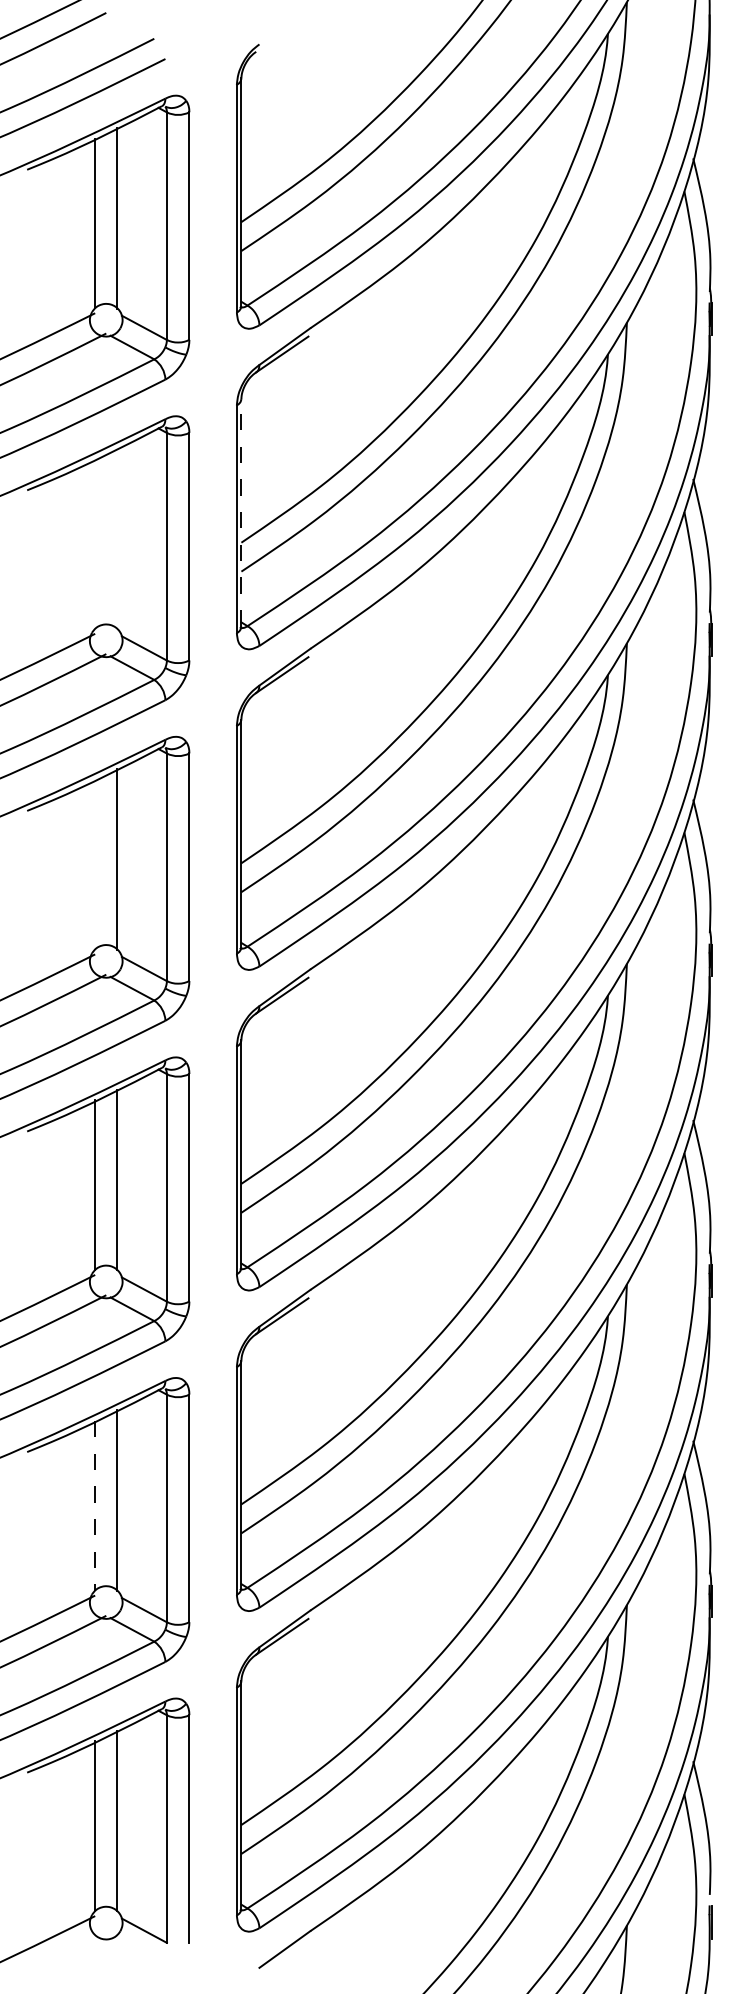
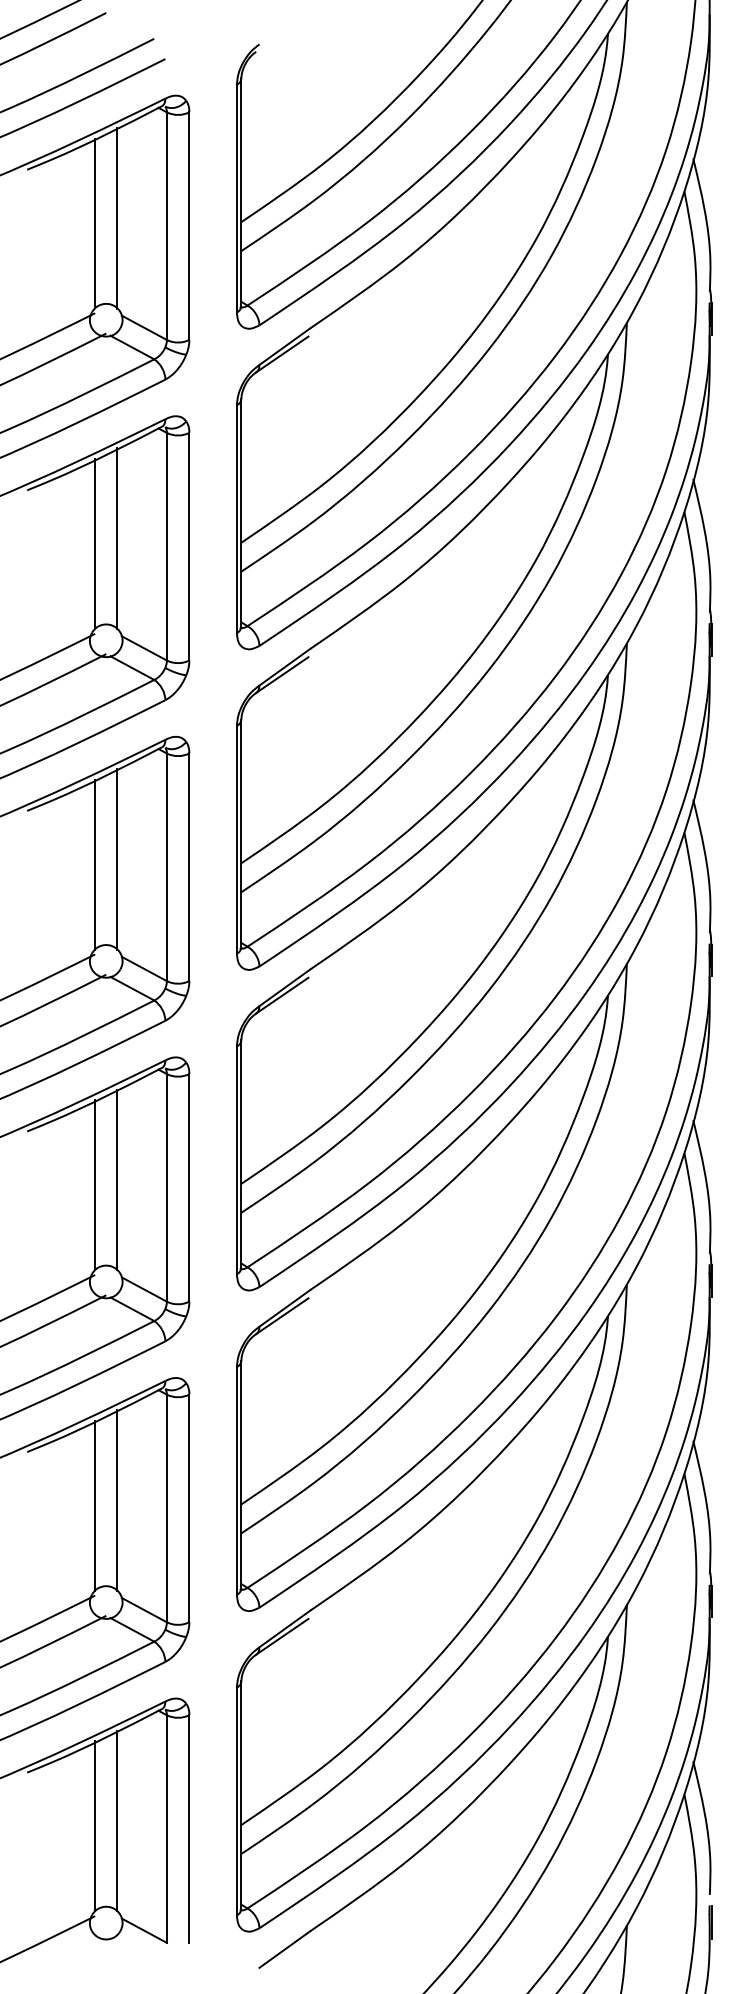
line at (241, 512): dashed -> solid
line at (117, 538): none -> present
line at (95, 544): none -> present
line at (95, 864): none -> present
line at (95, 1505): dashed -> solid
